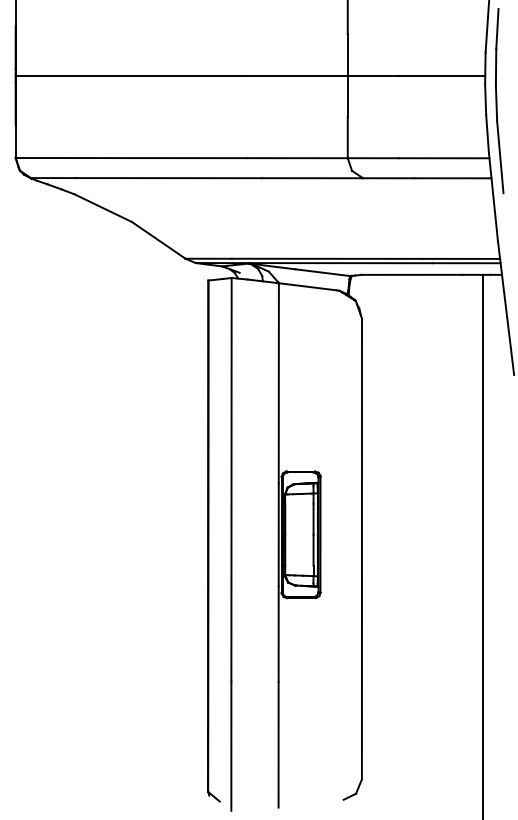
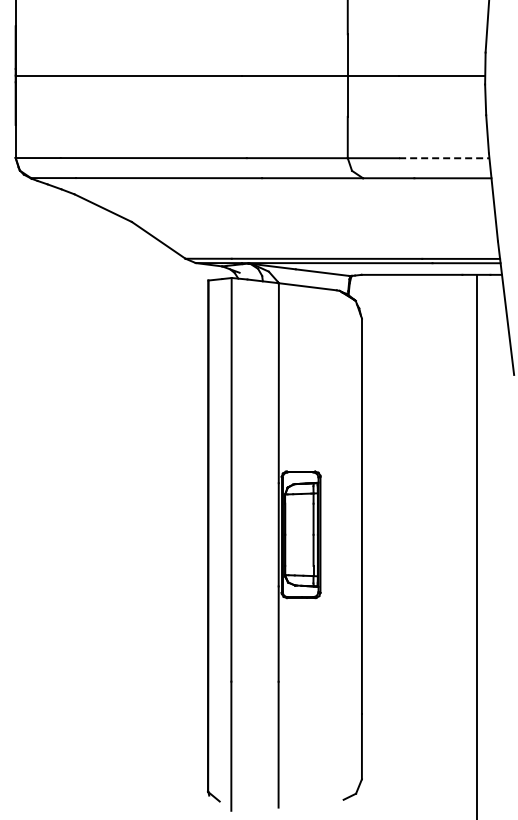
part at (499, 101): present -> none
line at (444, 158): solid -> dashed
line at (482, 545) position: (482, 545) -> (476, 545)
